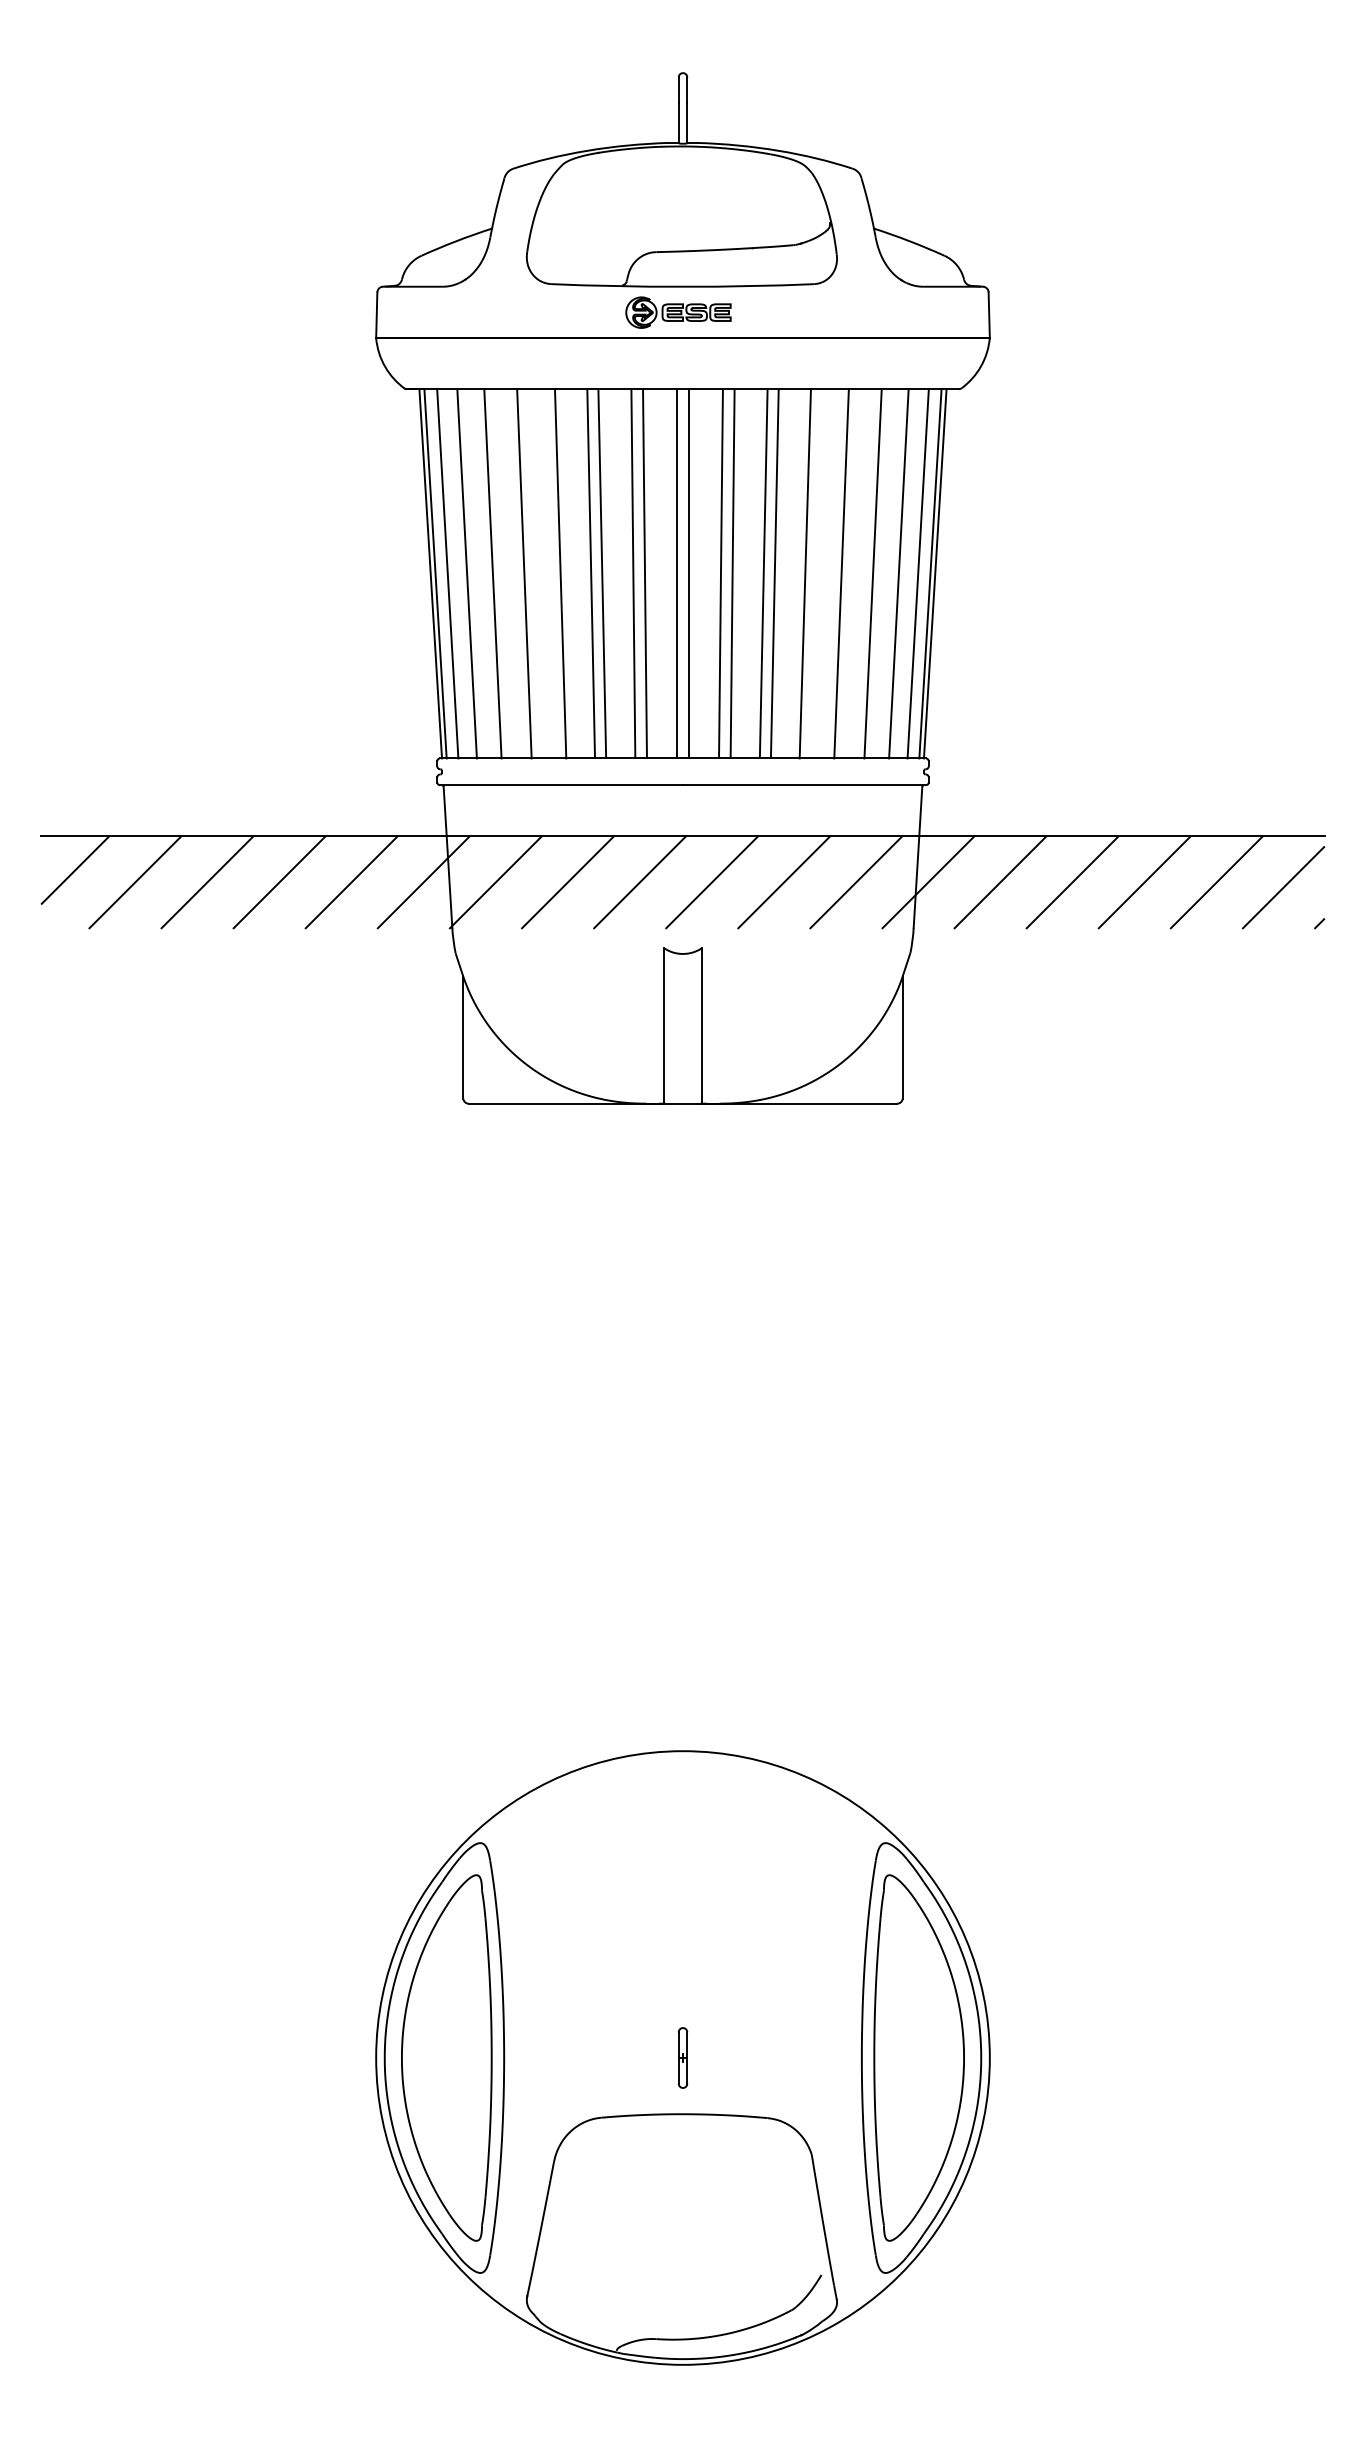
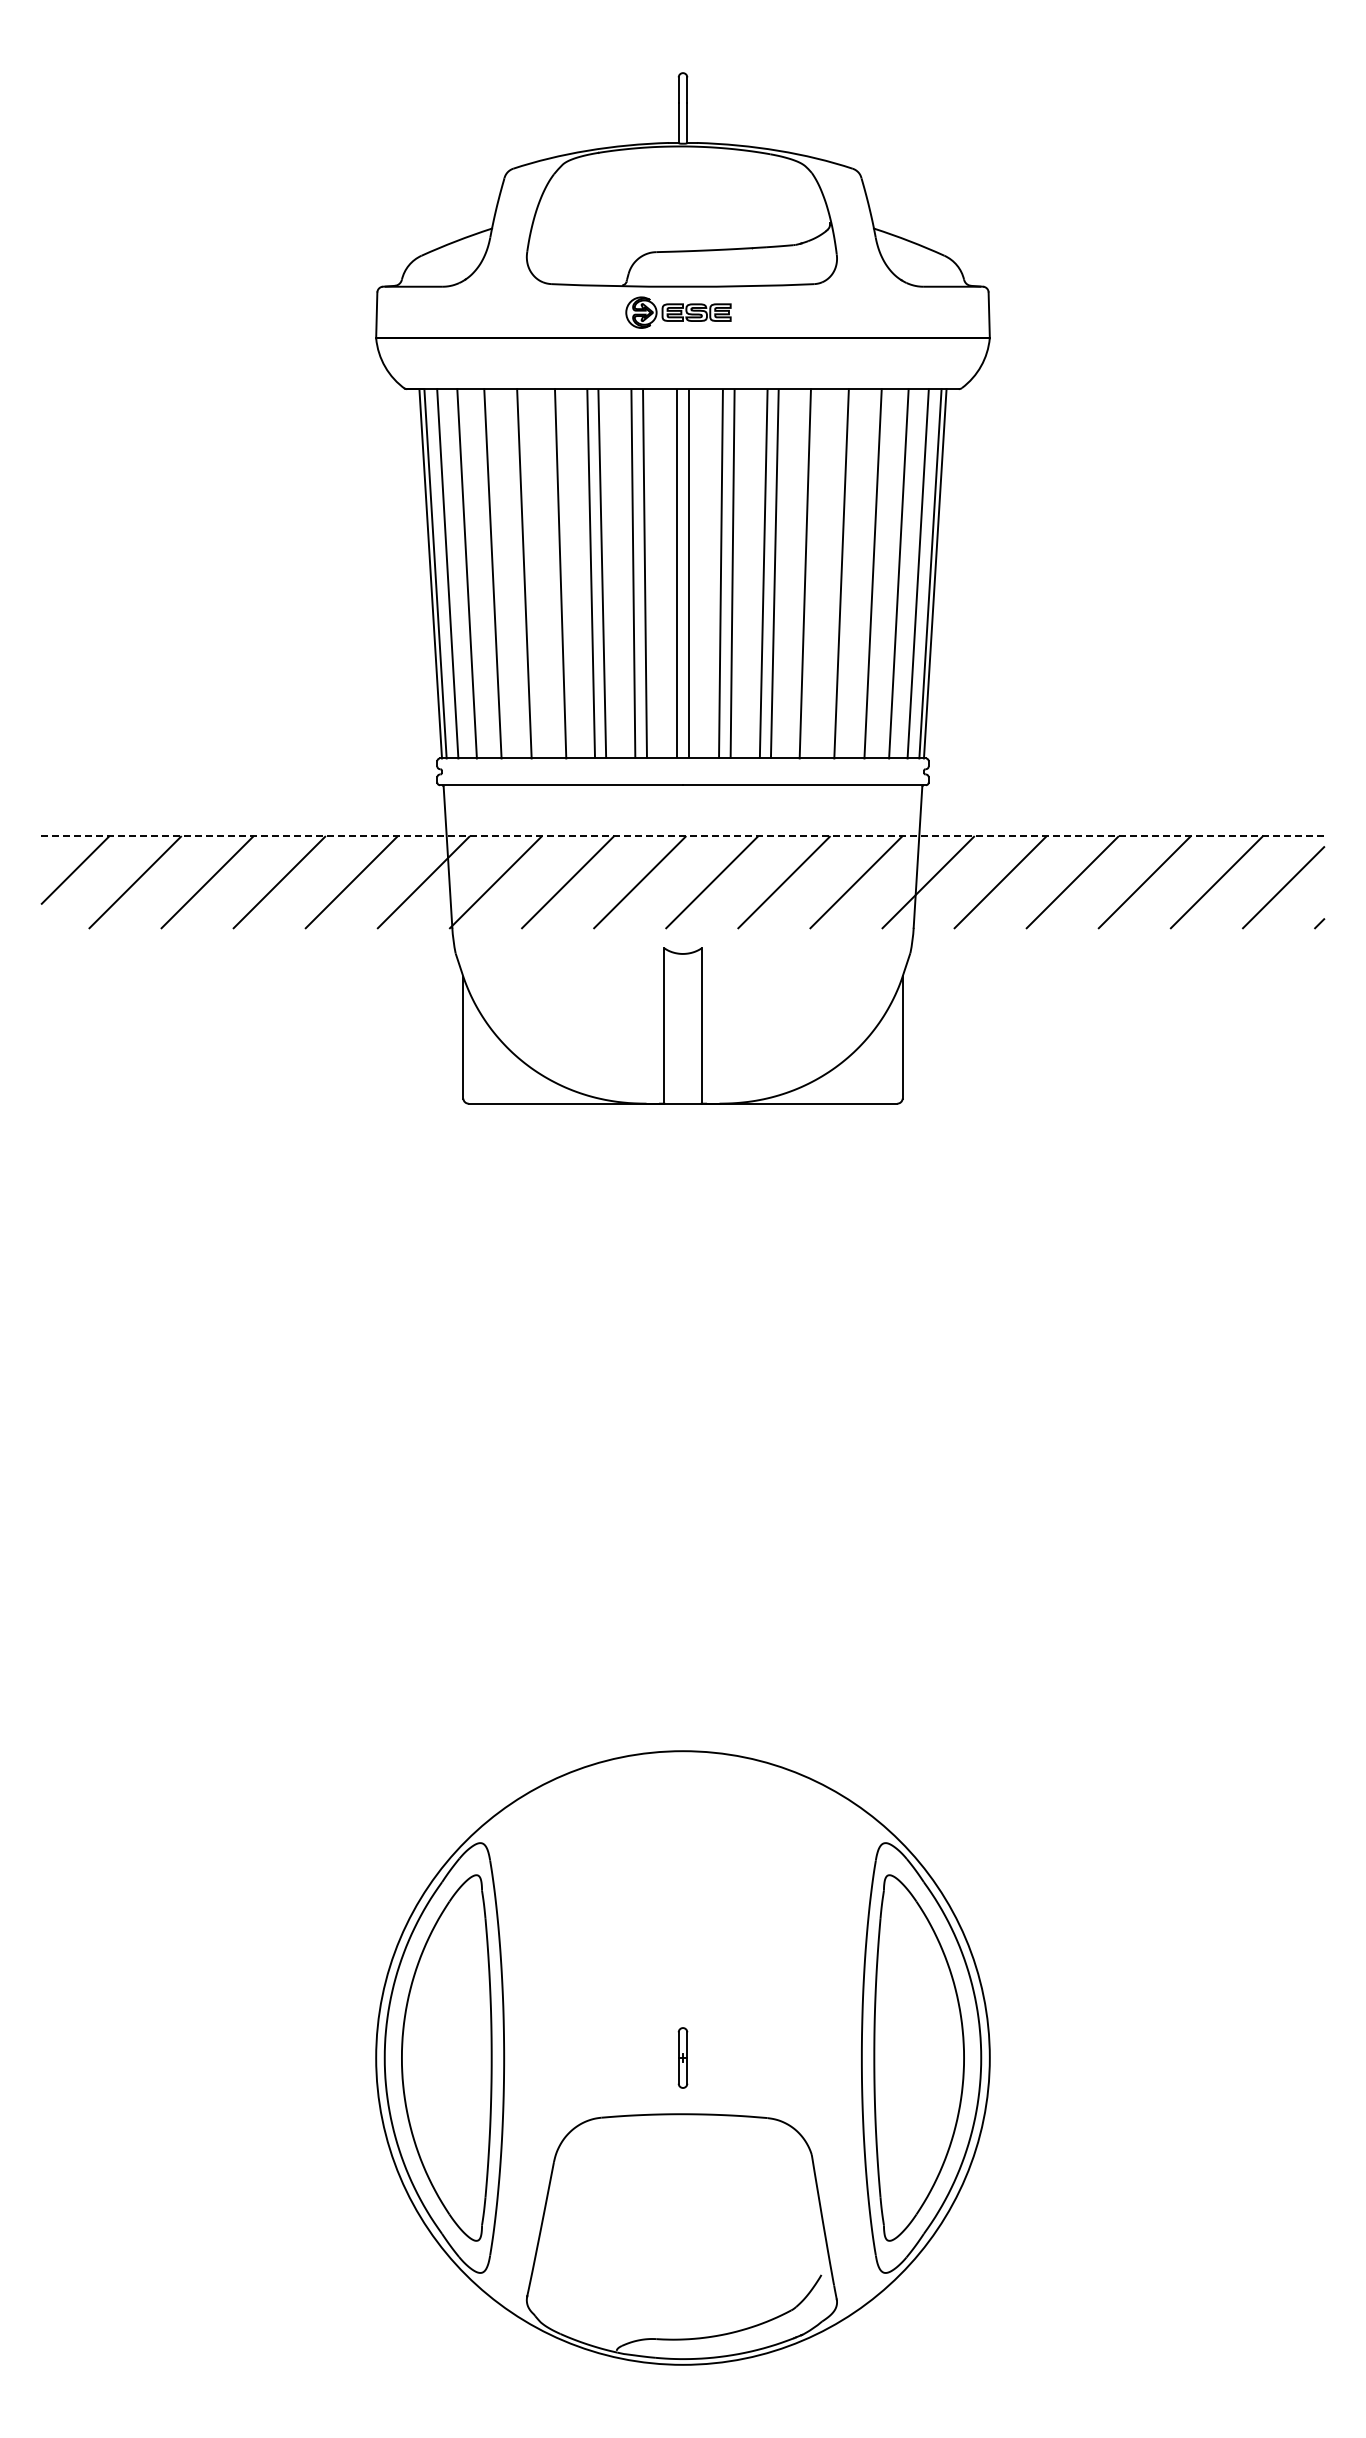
line at (682, 836): solid -> dashed
